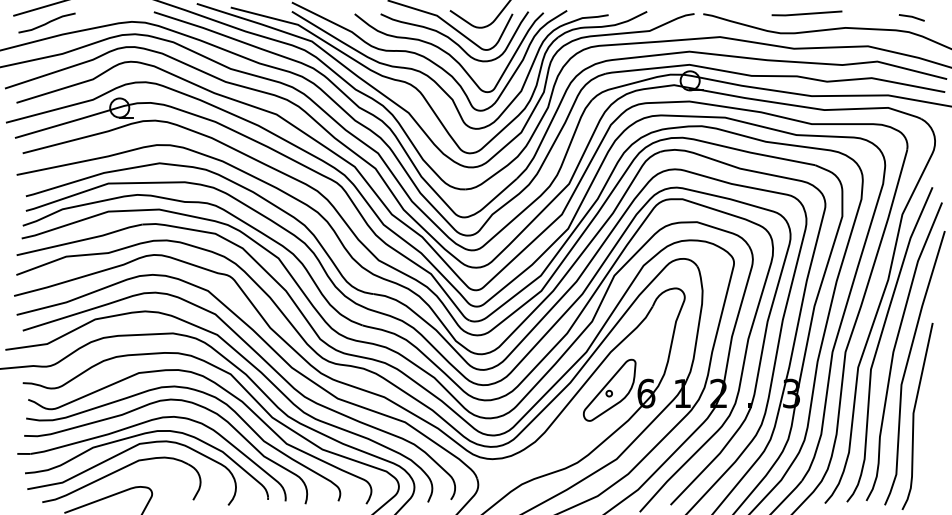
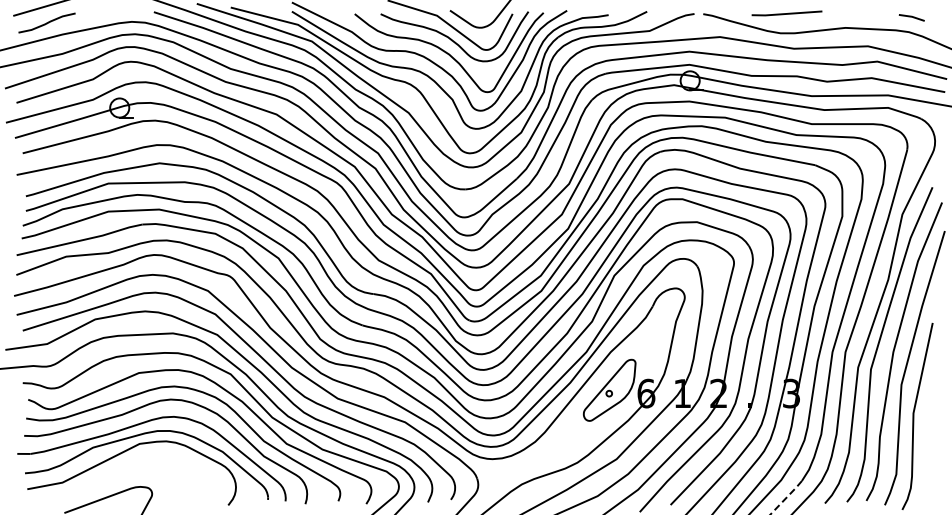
line at (806, 13) position: (806, 13) -> (786, 13)
part at (118, 471): present -> none
line at (786, 497): solid -> dashed
